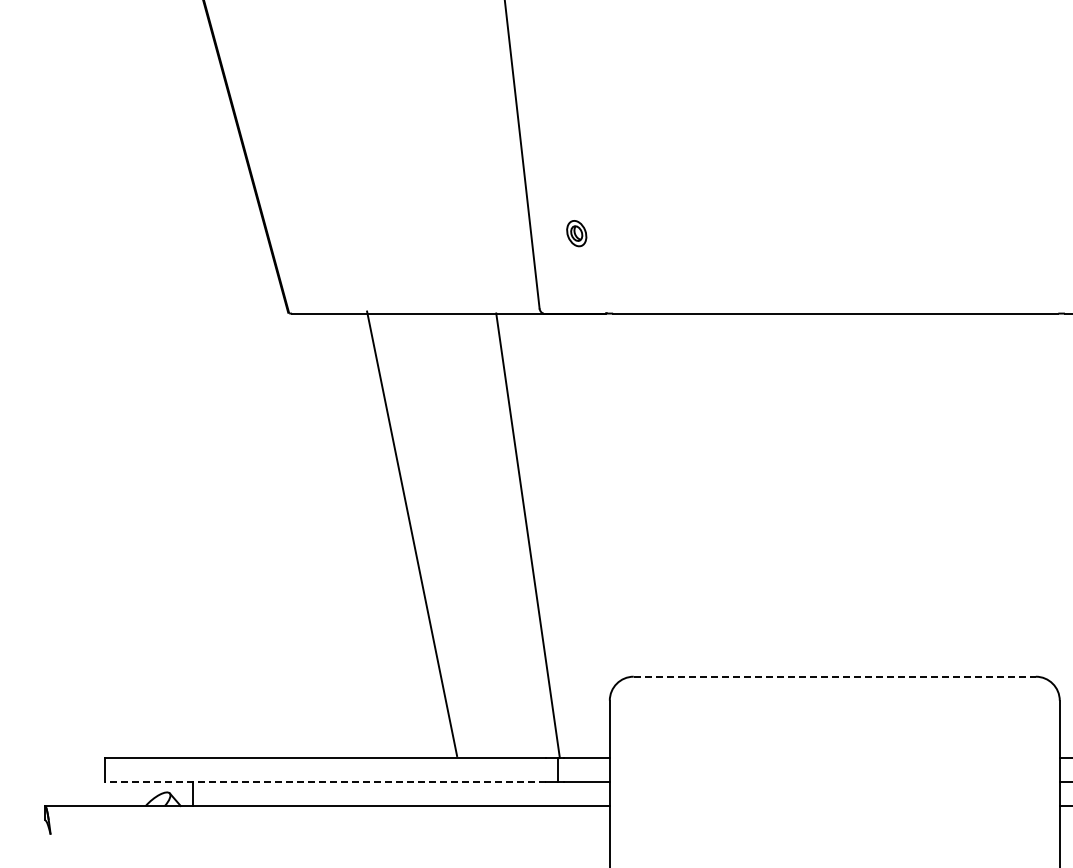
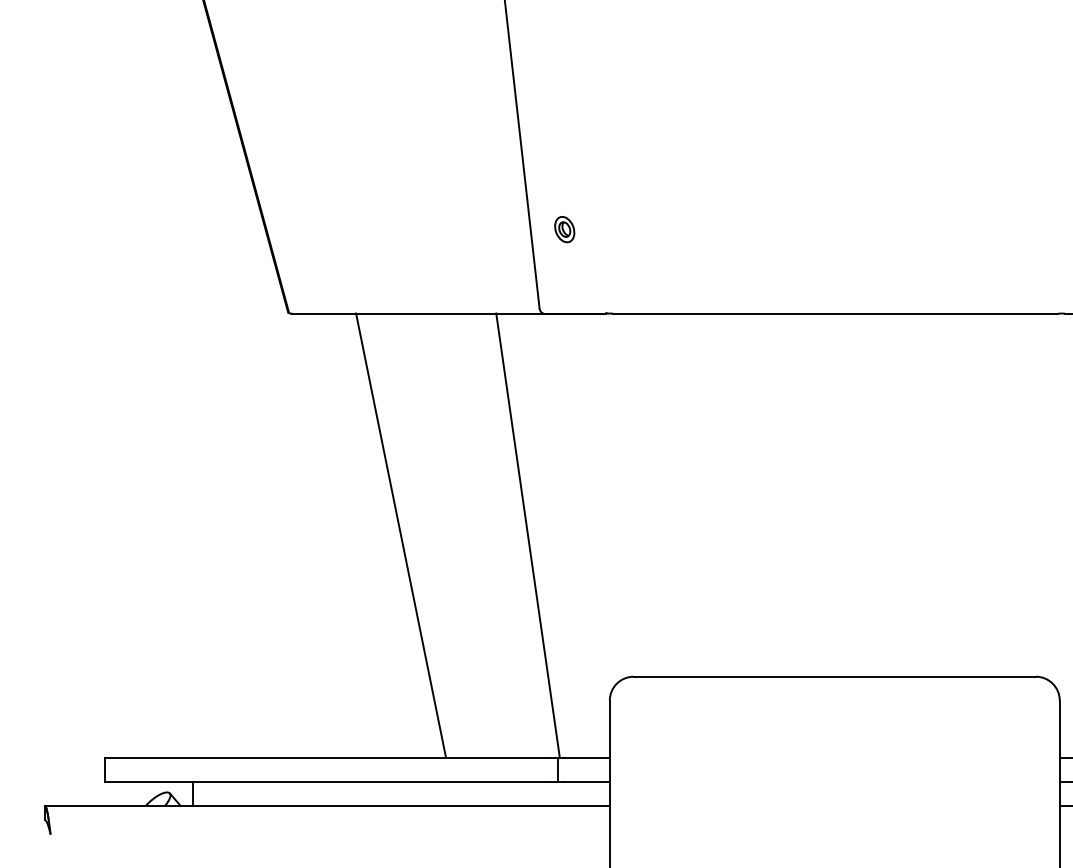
part at (576, 233) position: (576, 233) -> (564, 229)
line at (412, 533) position: (412, 533) -> (401, 535)
line at (835, 676): dashed -> solid
line at (325, 782): dashed -> solid
